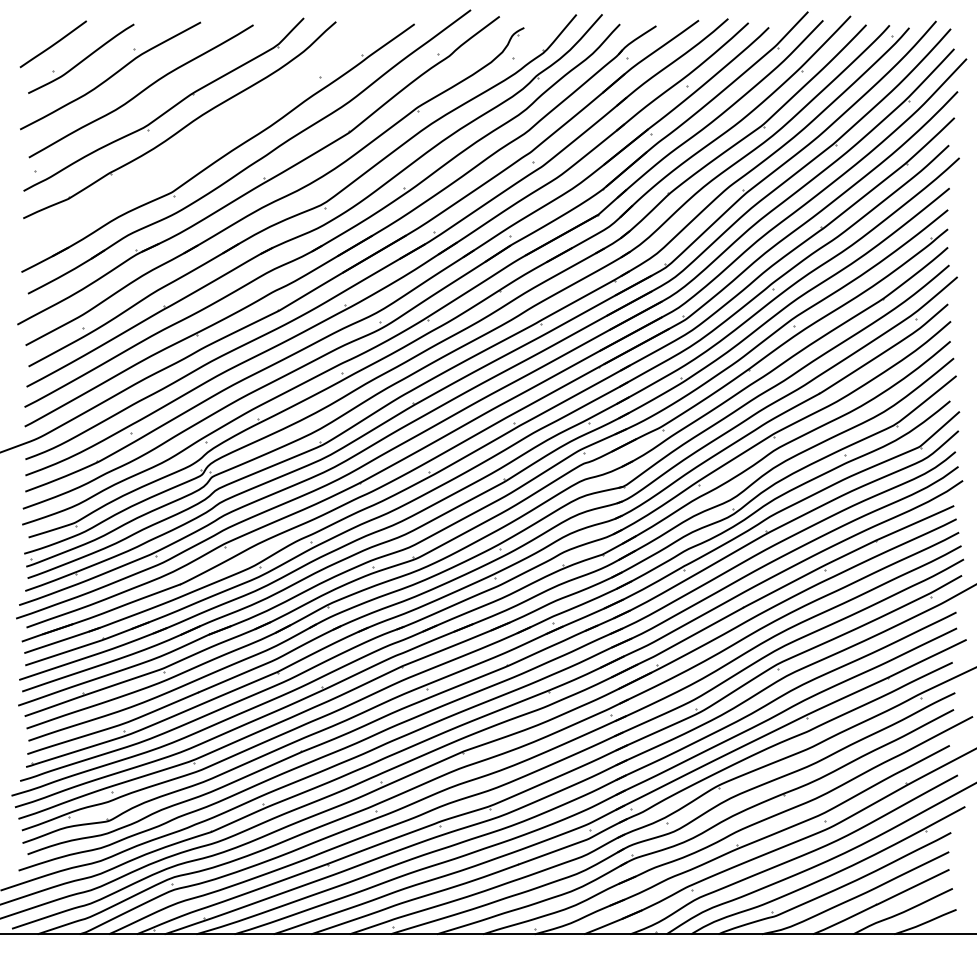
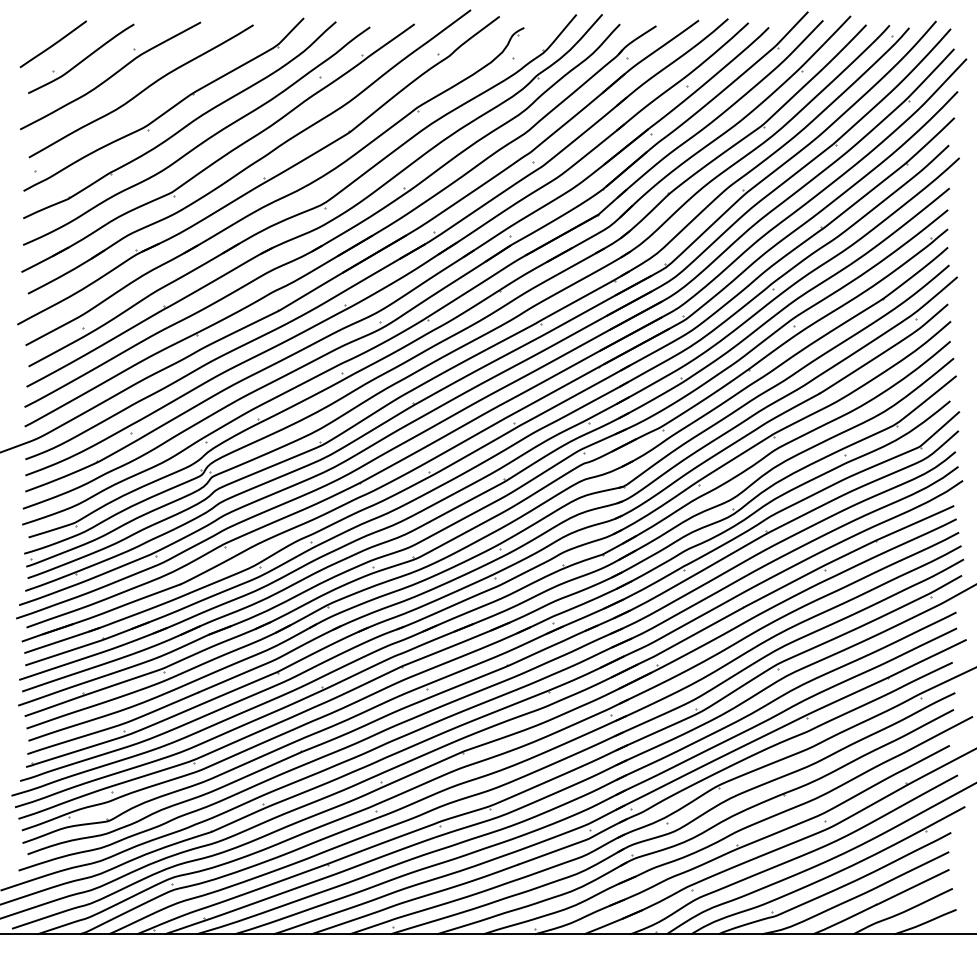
curve at (202, 141): none -> present
